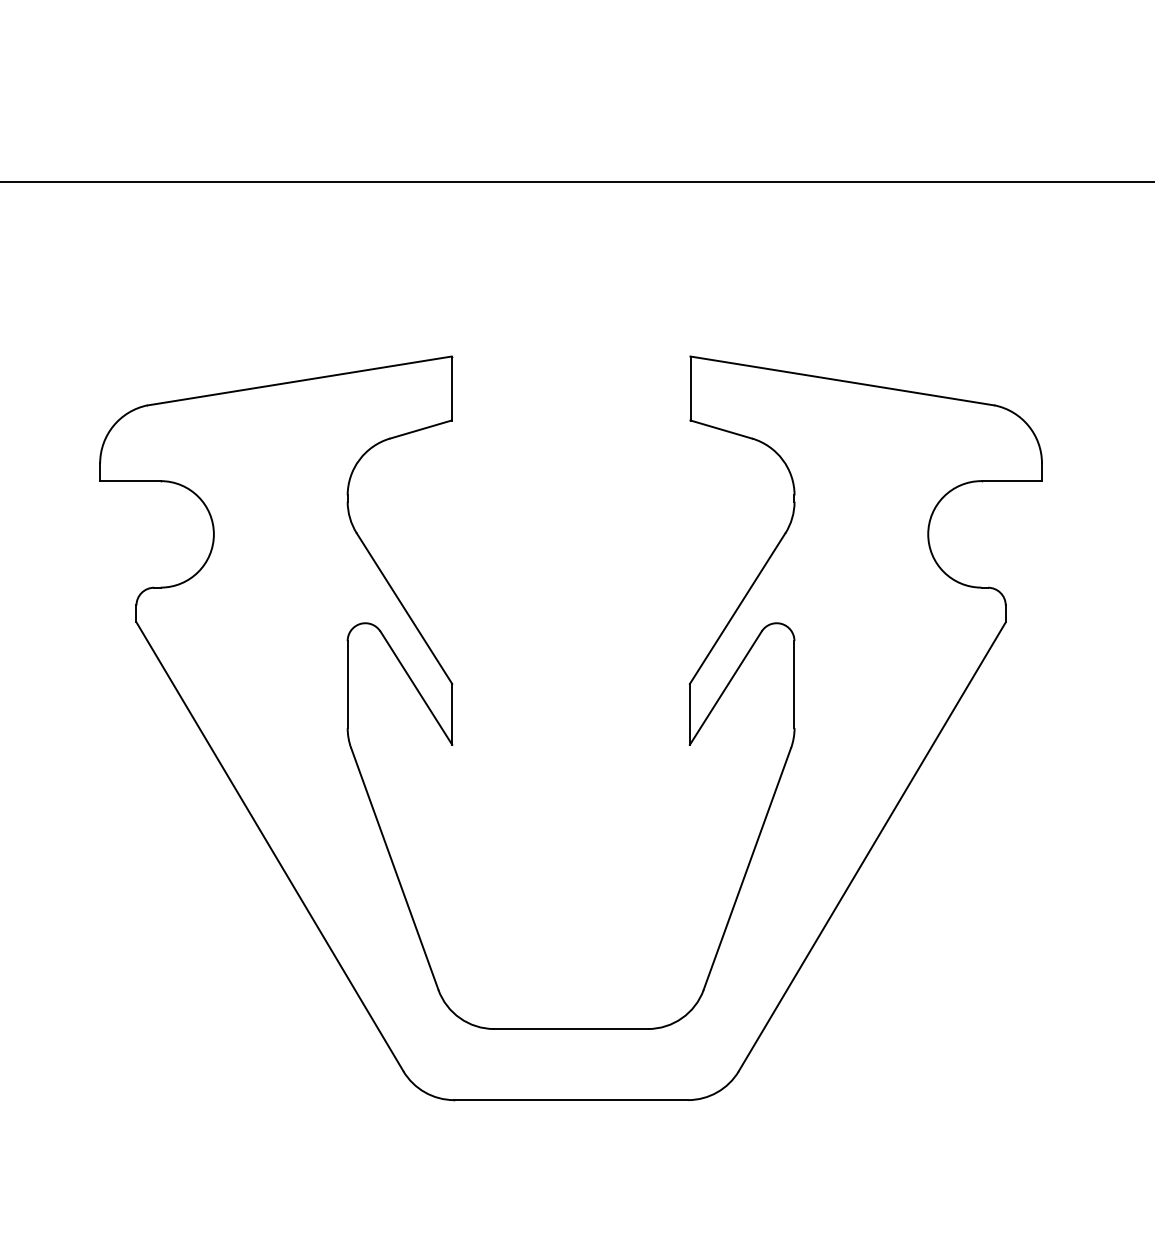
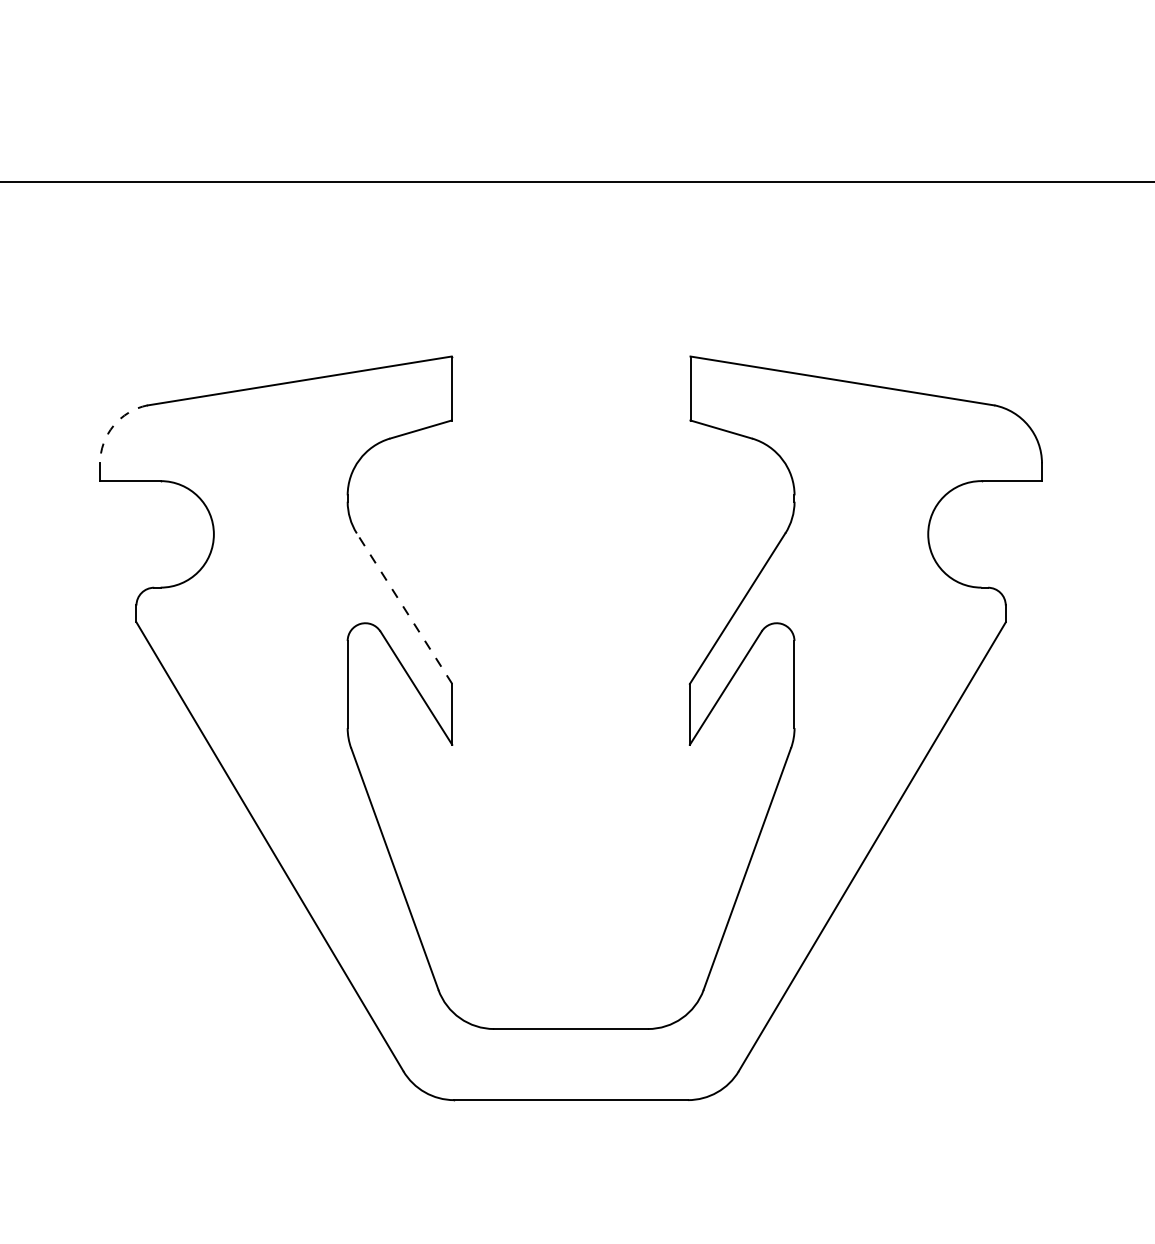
arc at (113, 425): solid -> dashed
line at (404, 608): solid -> dashed
